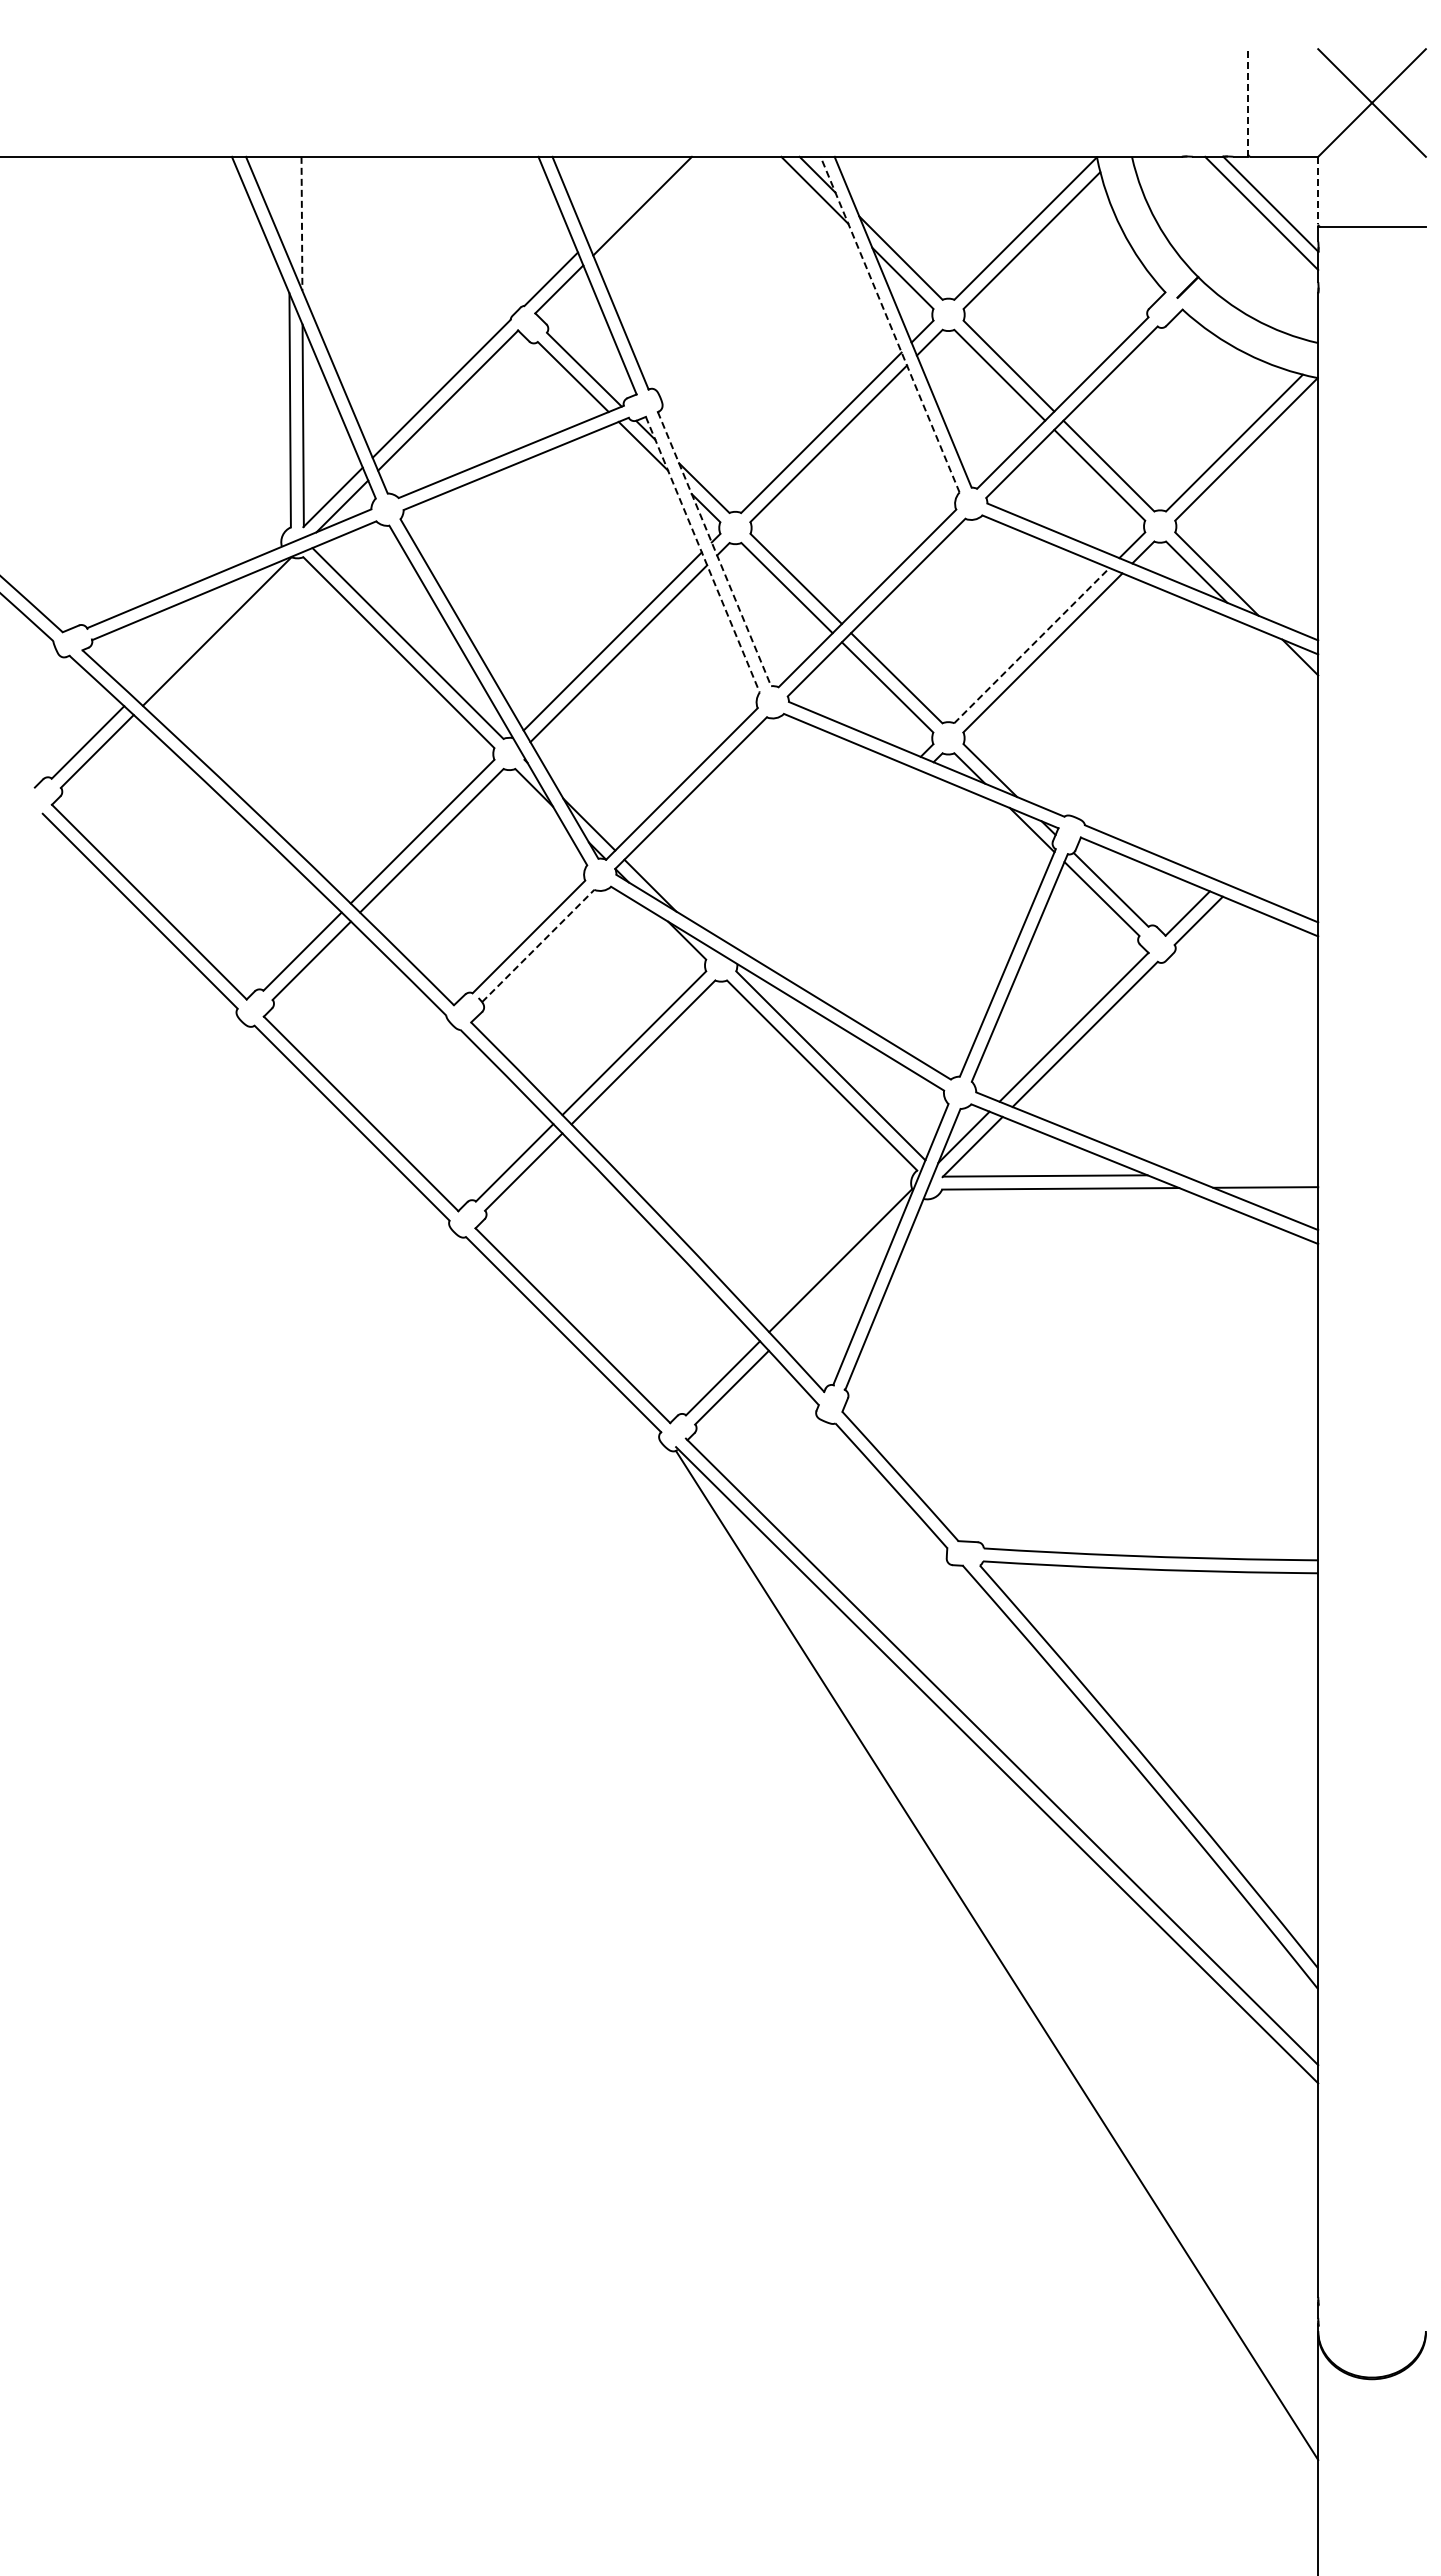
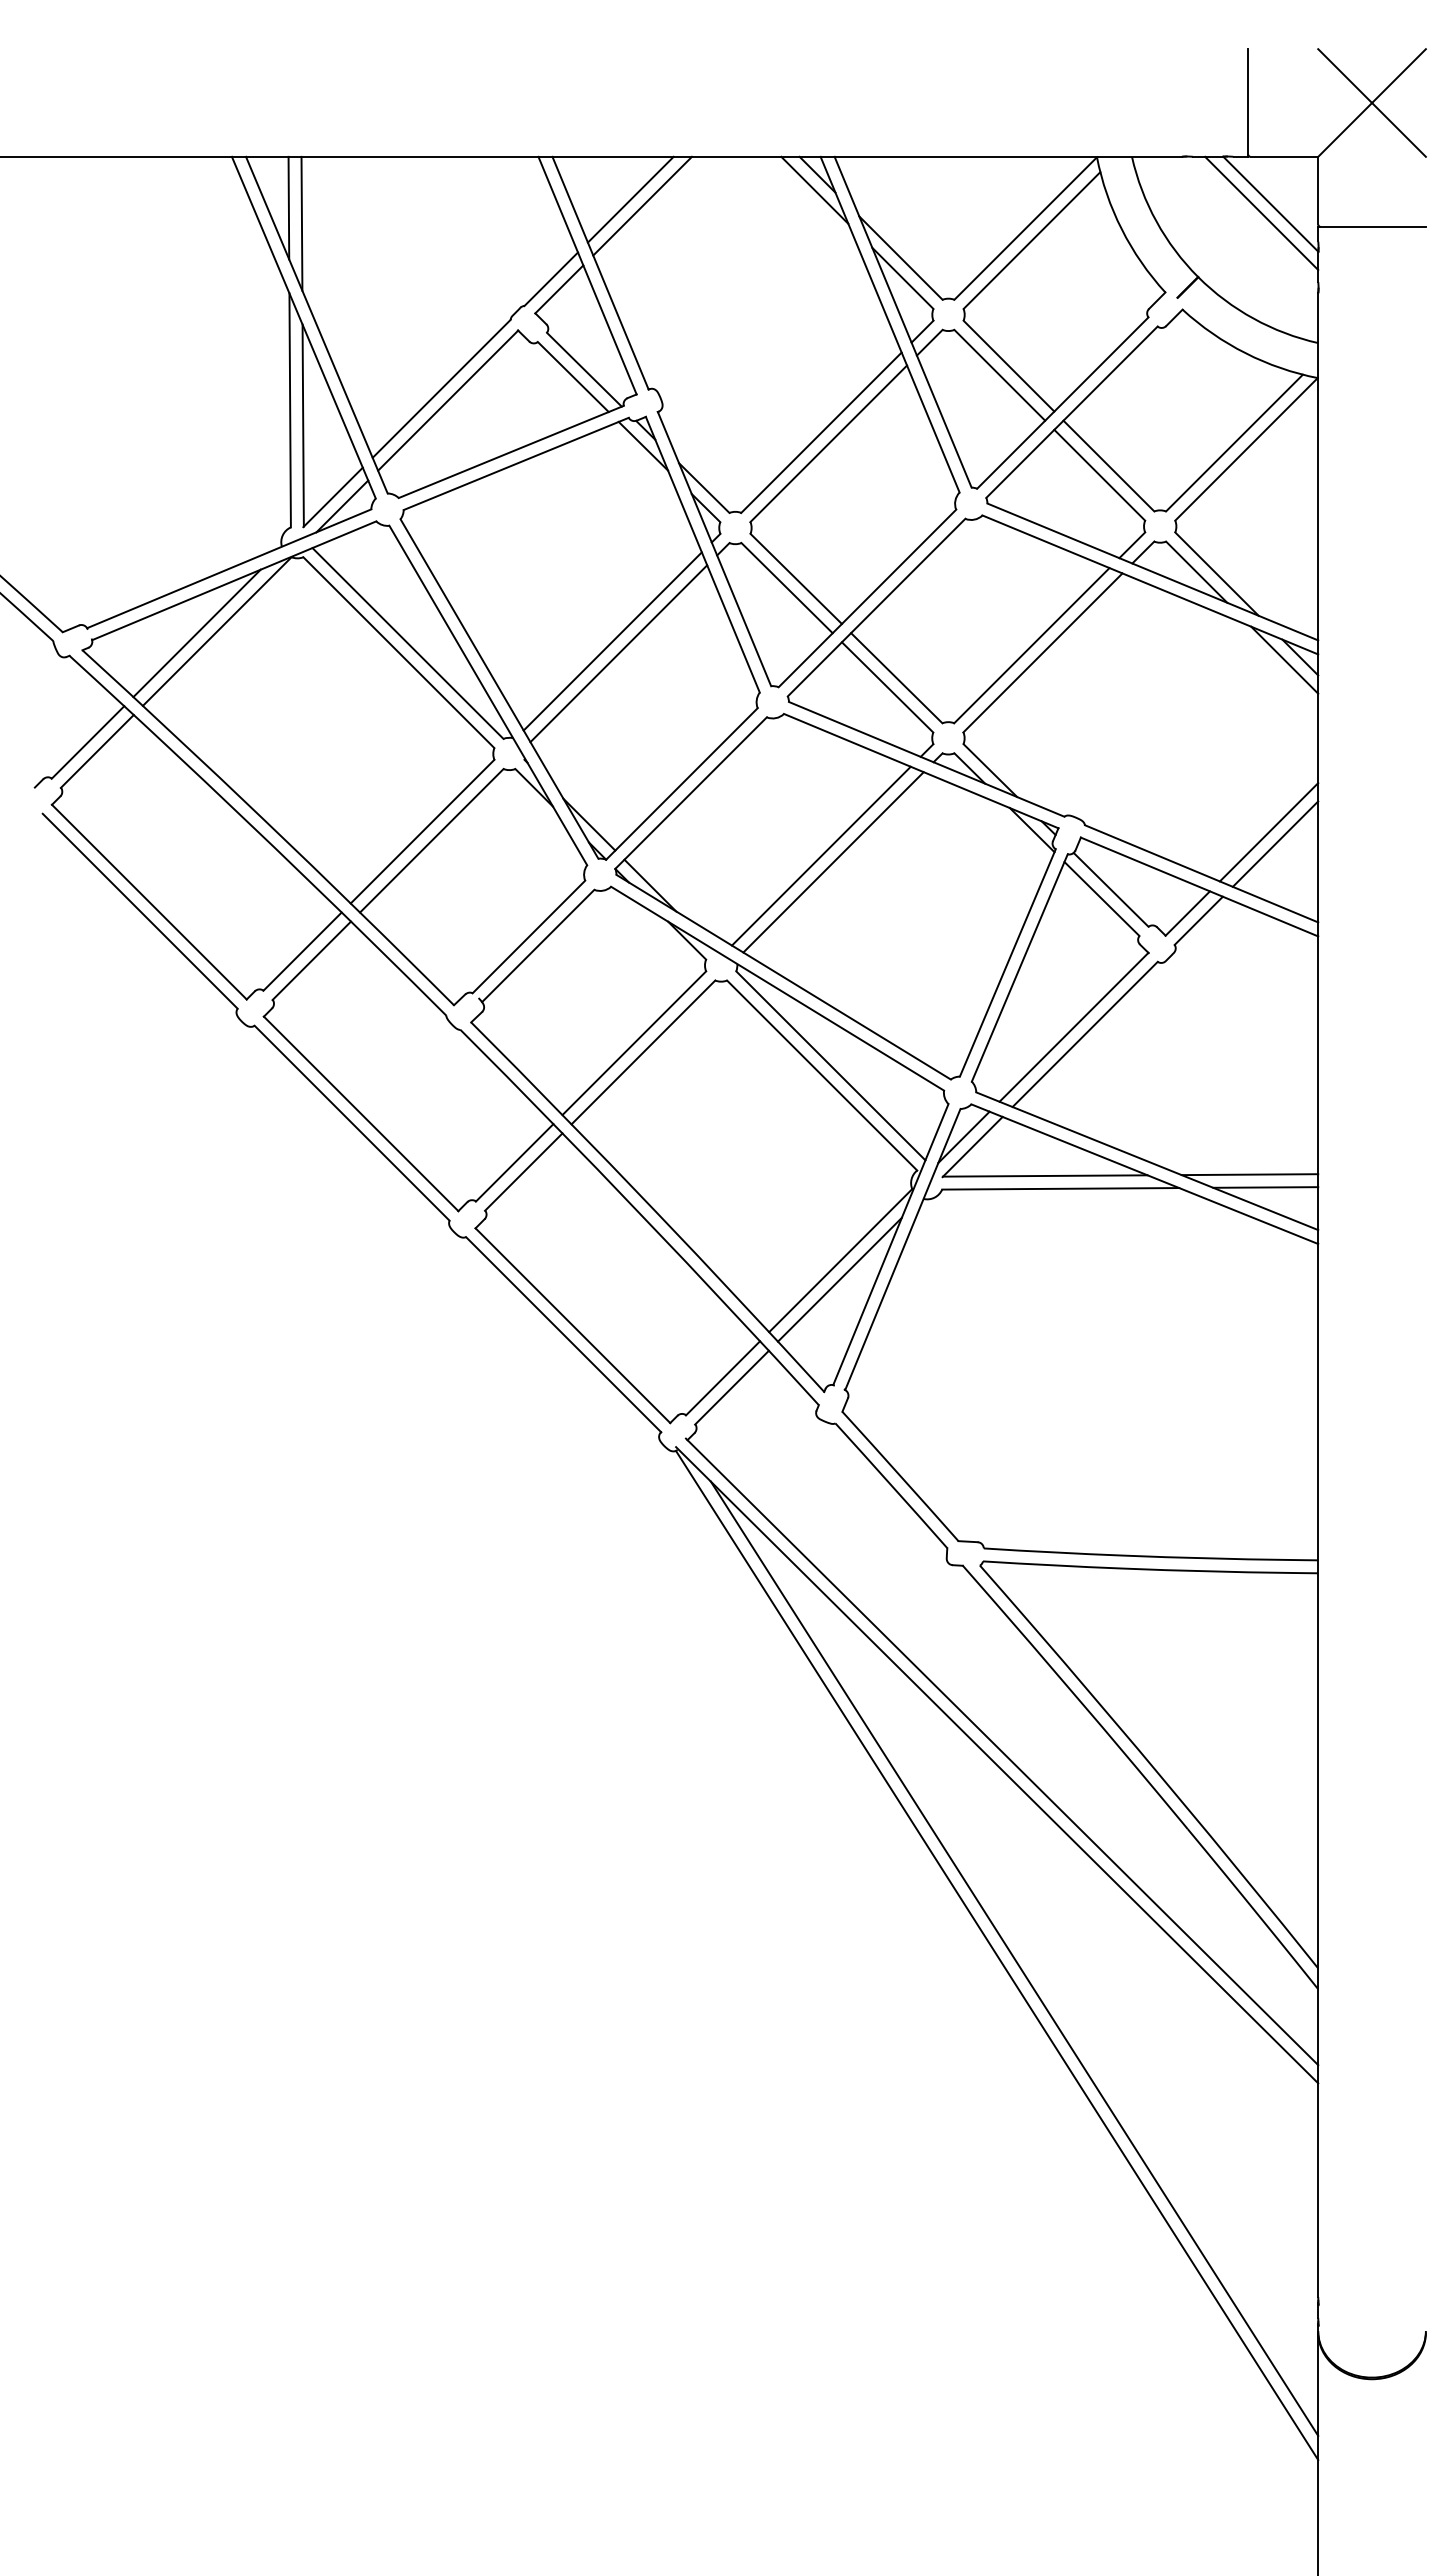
line at (1248, 103): dashed -> solid
line at (1318, 190): dashed -> solid
line at (630, 199): none -> present
line at (288, 207): none -> present
line at (301, 223): dashed -> solid
line at (890, 324): dashed -> solid
line at (714, 549): dashed -> solid
line at (703, 555): dashed -> solid
line at (196, 633): none -> present
line at (1031, 645): dashed -> solid
line at (1284, 659): none -> present
line at (1268, 832): none -> present
line at (1275, 843): none -> present
line at (820, 855): none -> present
line at (833, 862): none -> present
line at (538, 945): dashed -> solid
line at (1249, 1174): none -> present
line at (839, 1279): none -> present
line at (1014, 1958): none -> present
